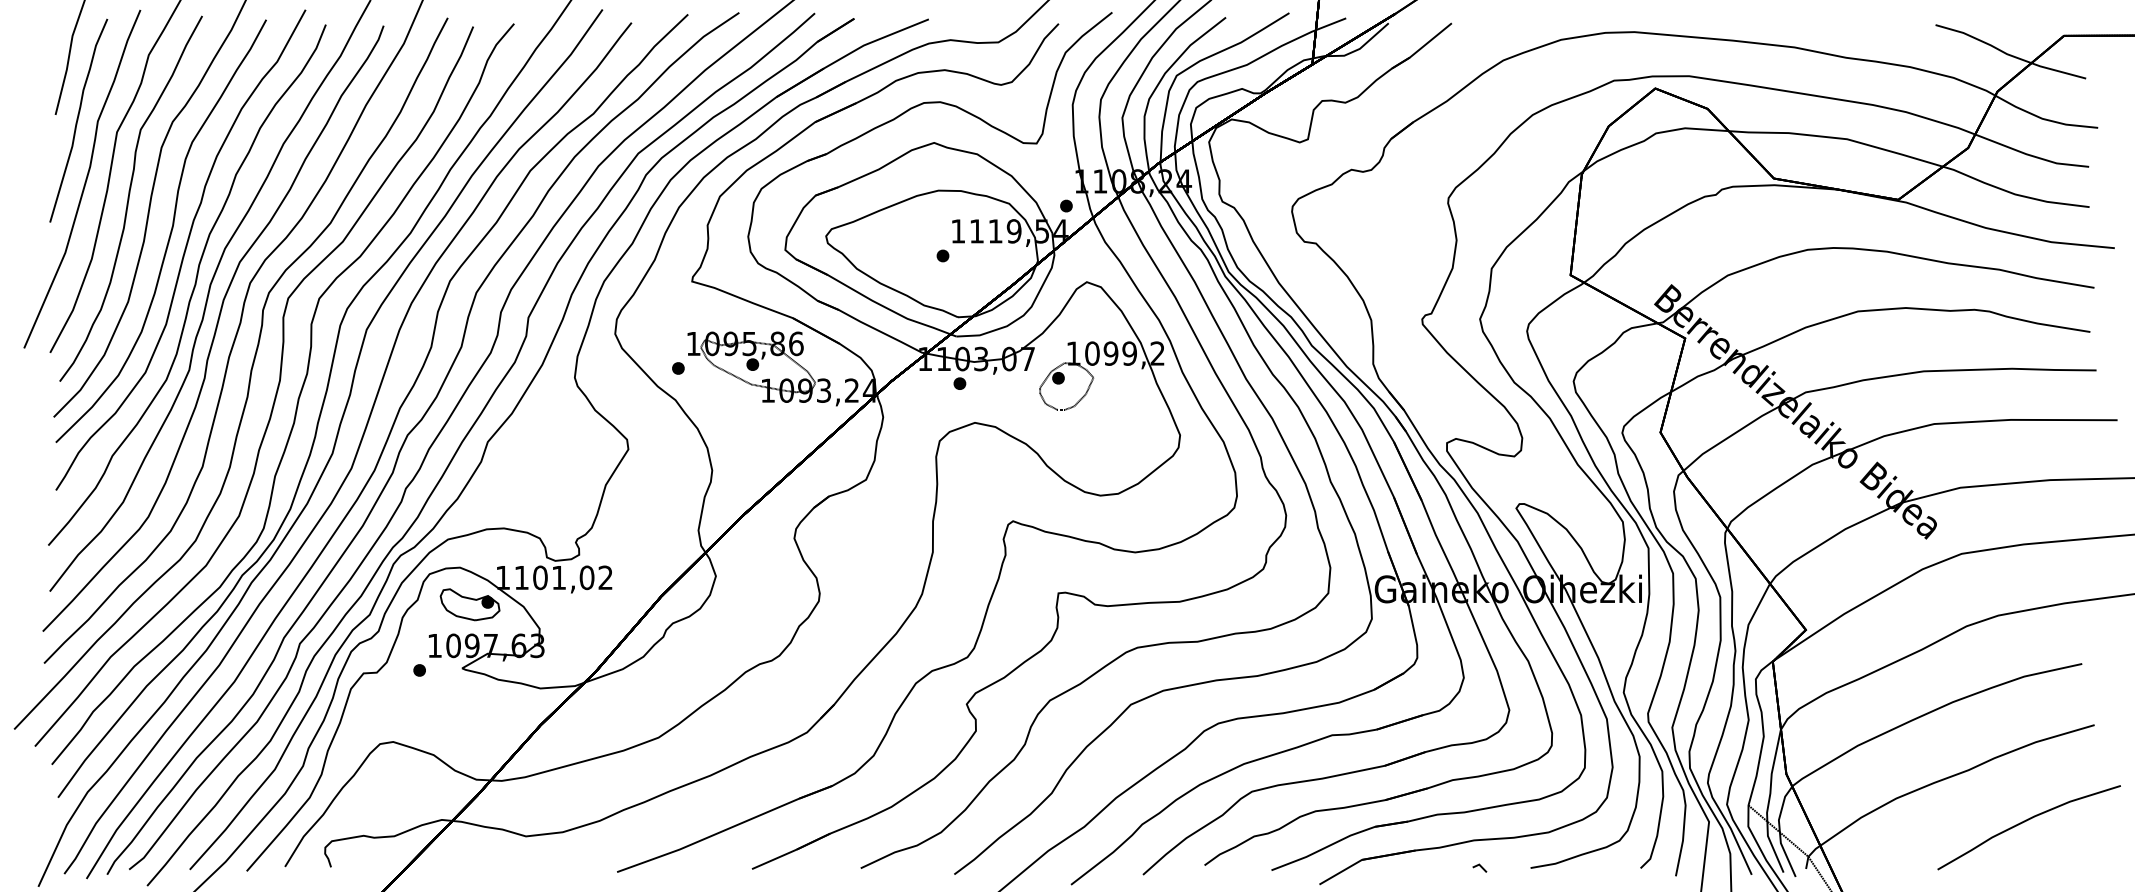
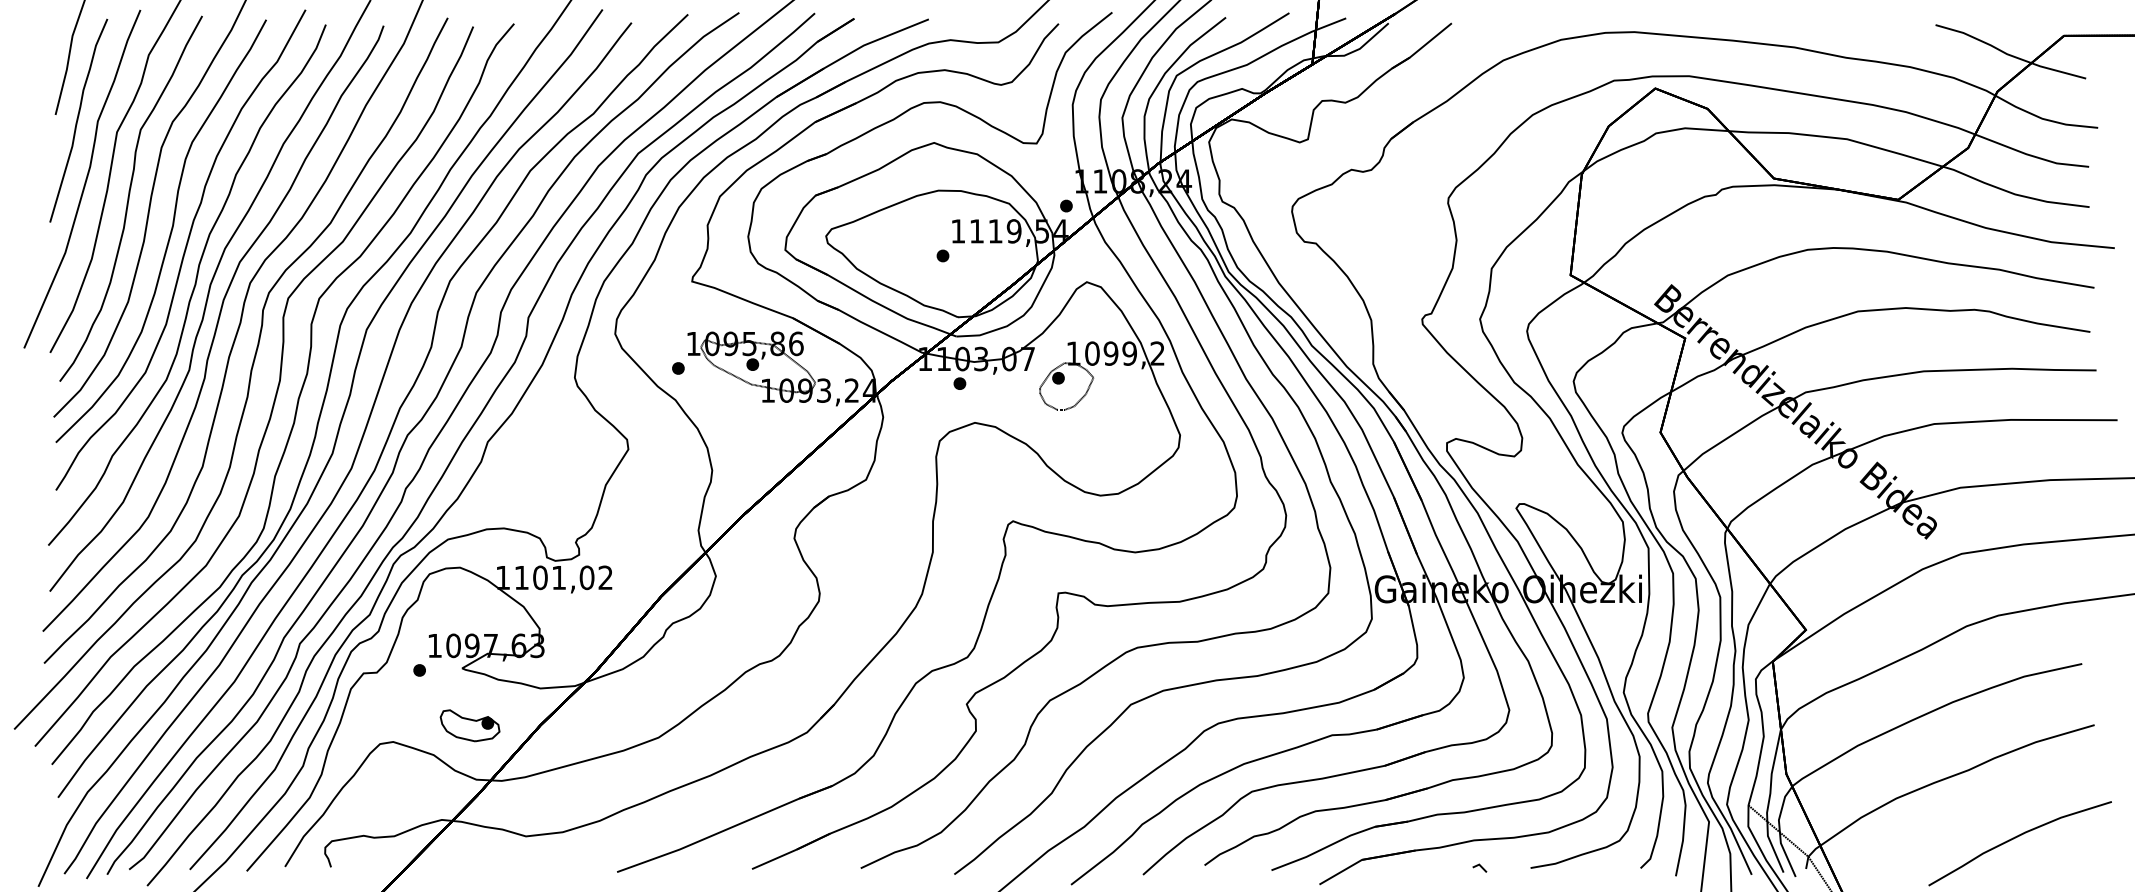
part at (469, 604) position: (469, 604) -> (469, 725)
curve at (2026, 821) position: (2026, 821) -> (2017, 837)
